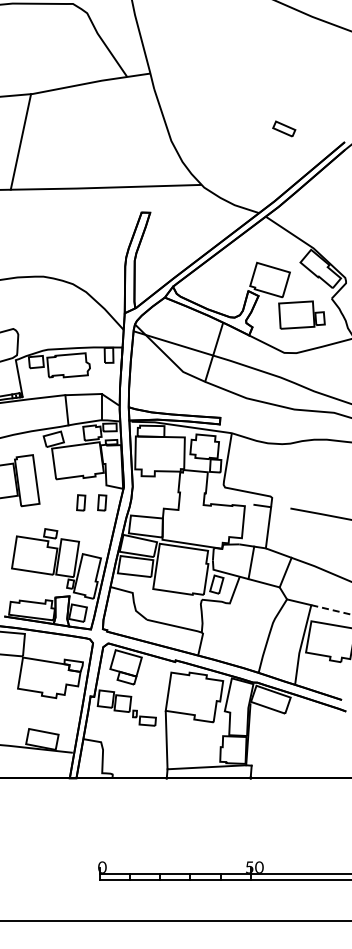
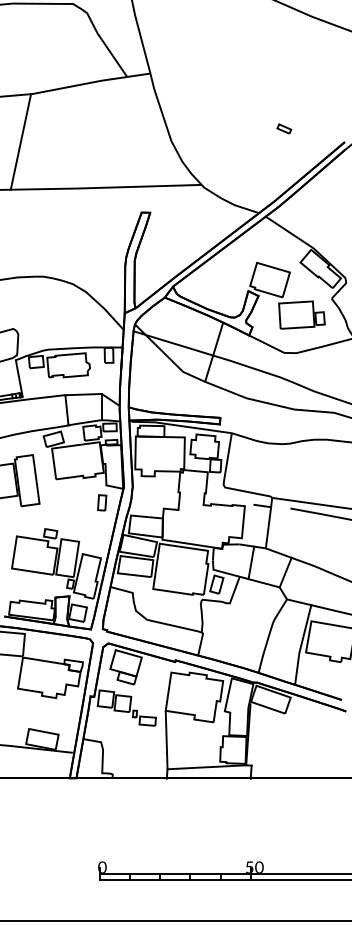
part at (284, 128) size: 25x18 px -> 17x12 px
part at (81, 502): present -> none
line at (310, 502): none -> present
line at (331, 610): dashed -> solid
